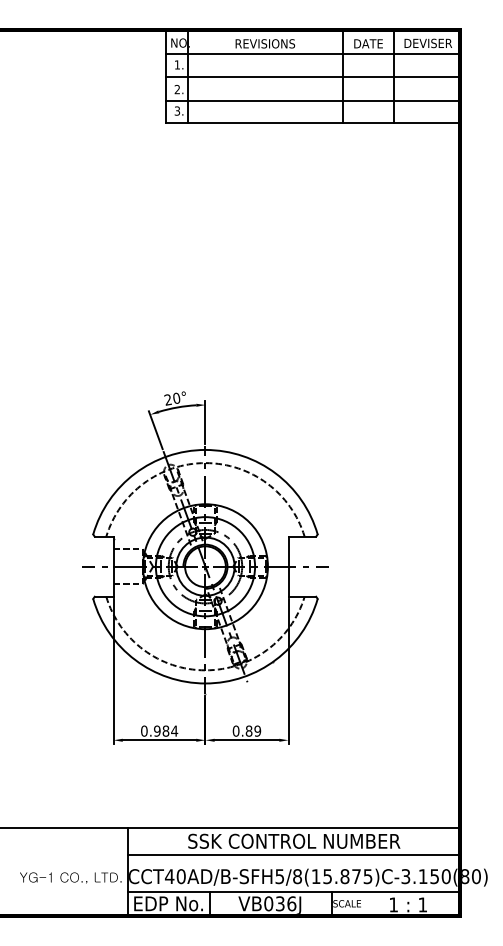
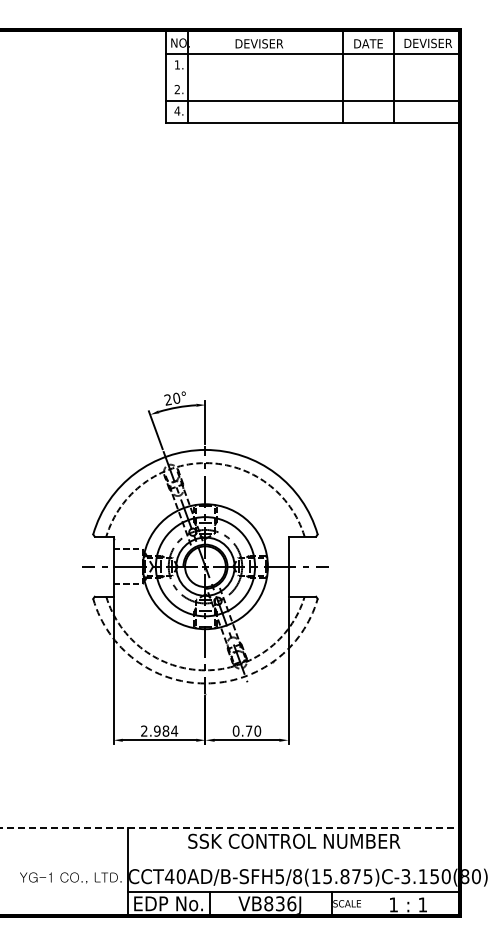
text at (265, 43): REVISIONS -> DEVISER
line at (313, 77): present -> none
text at (177, 110): 3. -> 4.
arc at (205, 683): solid -> dashed
text at (144, 730): 0.984 -> 2.984
text at (252, 730): 0.89 -> 0.70
line at (230, 827): solid -> dashed
line at (293, 855): present -> none
text at (268, 903): VB036J -> VB836J
